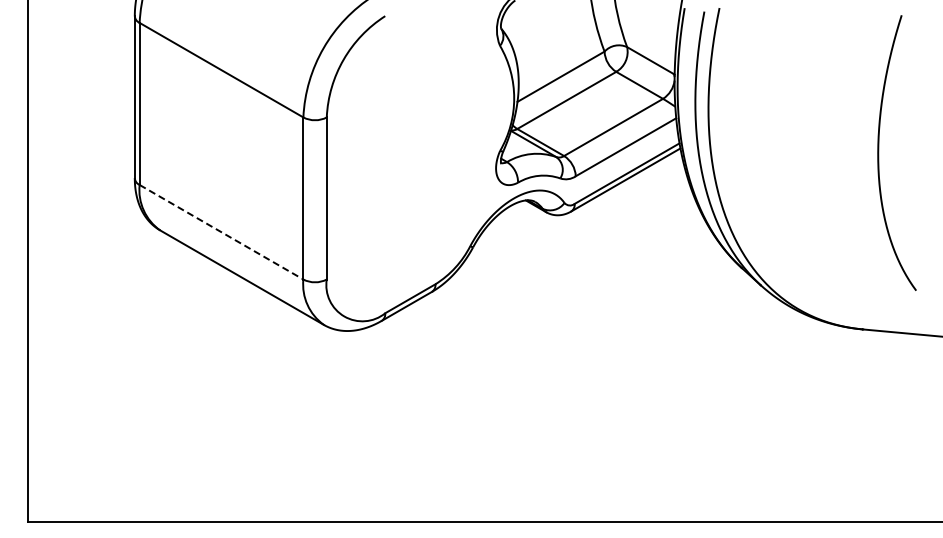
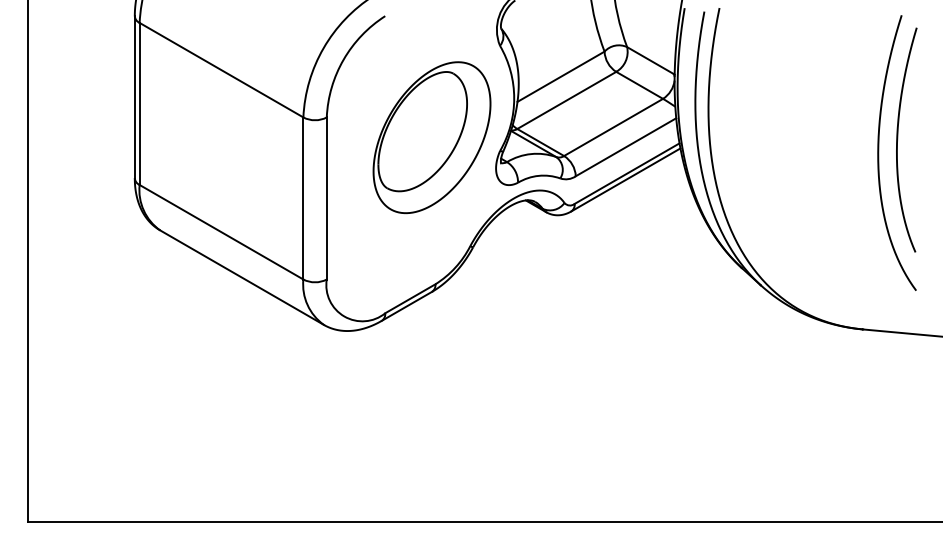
part at (431, 137): none -> present
curve at (898, 139): none -> present
line at (221, 232): dashed -> solid
